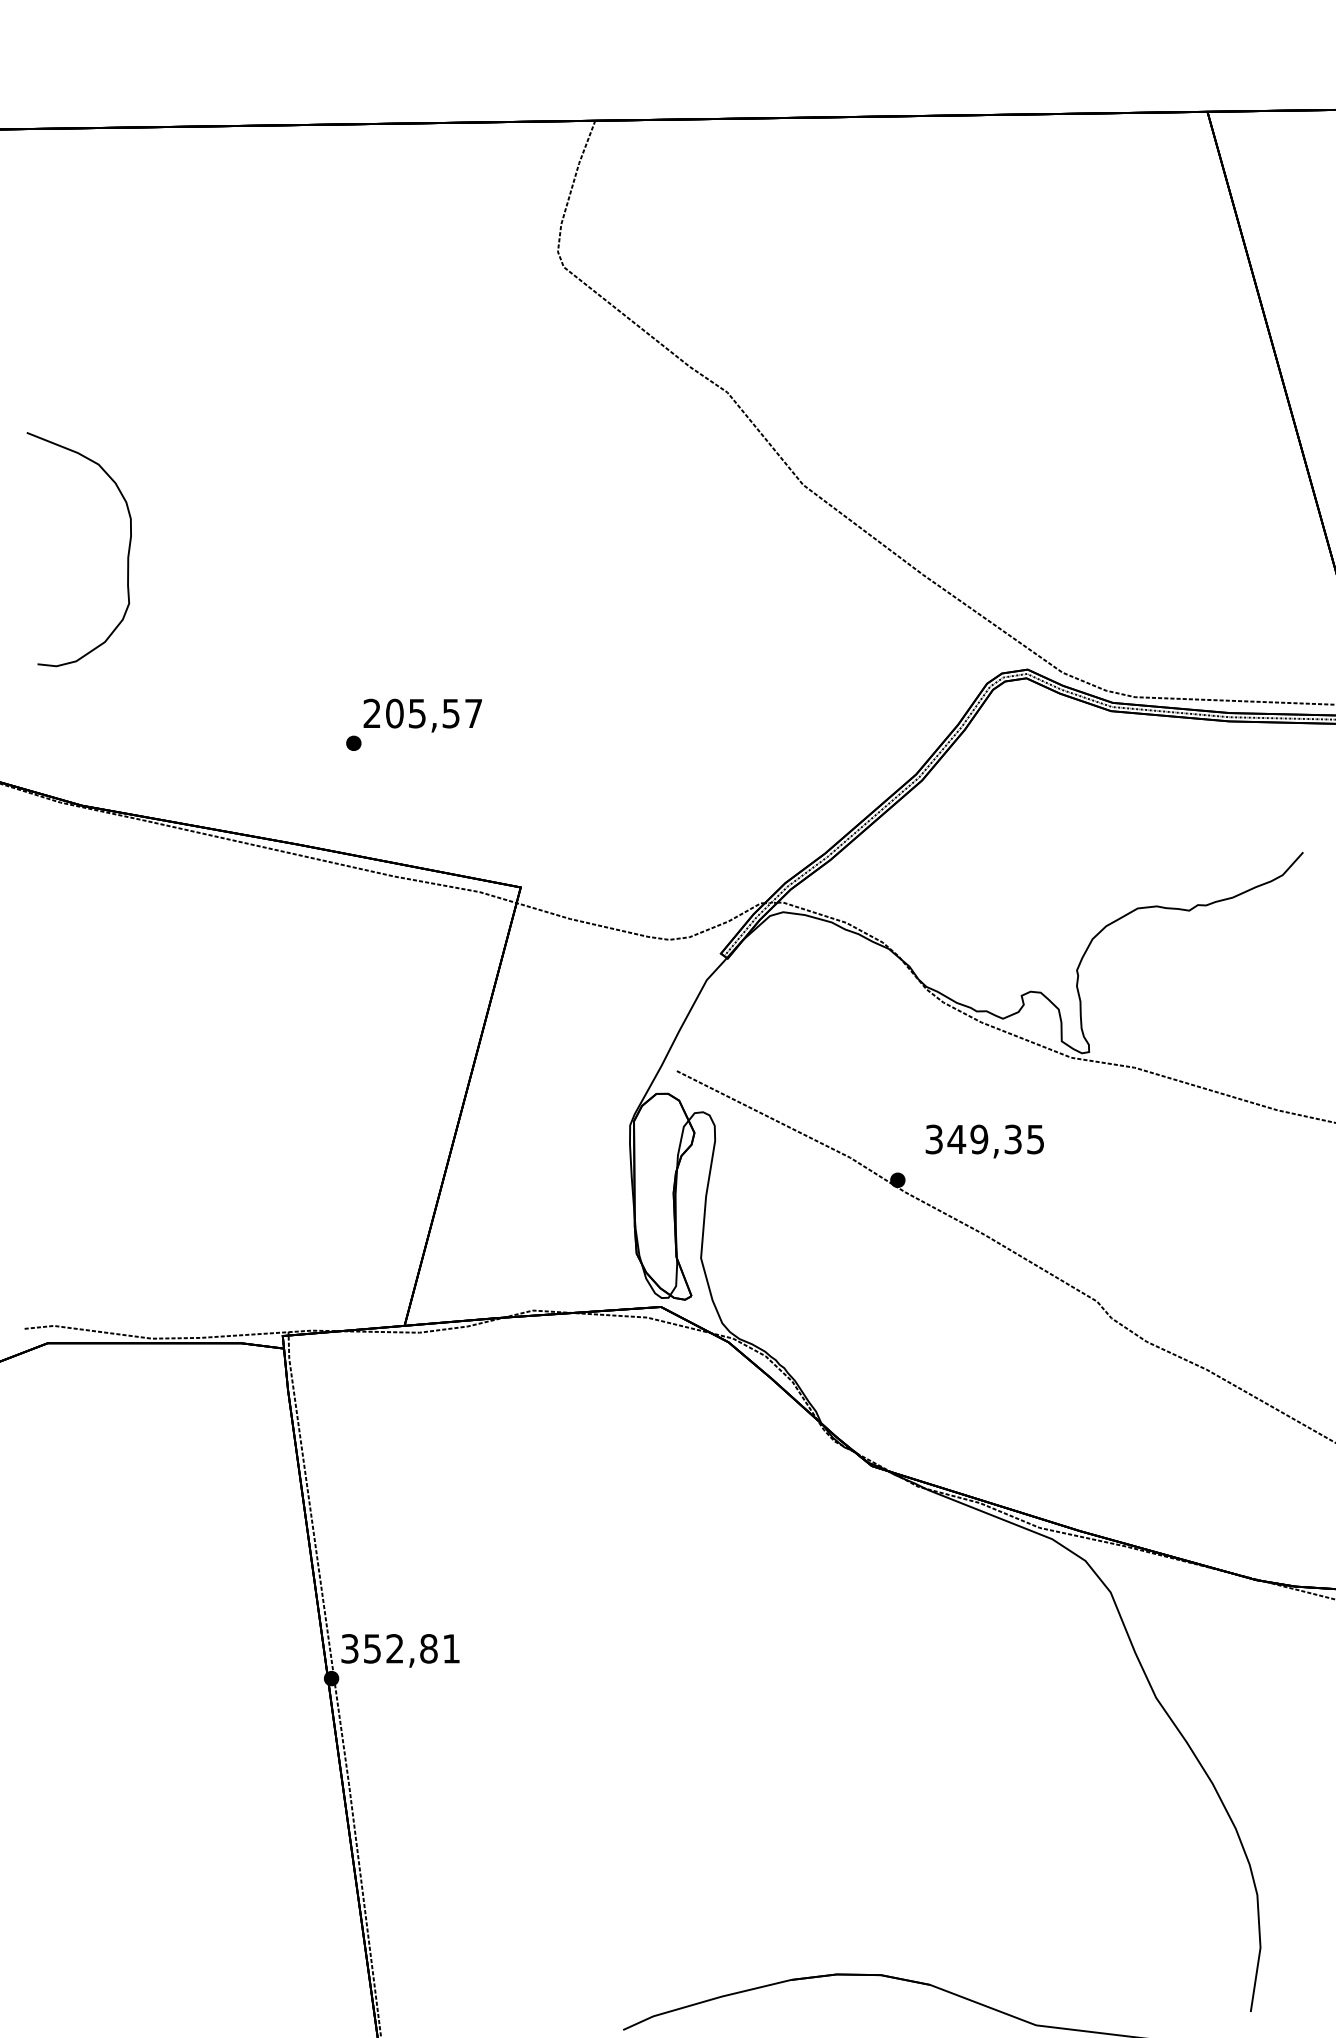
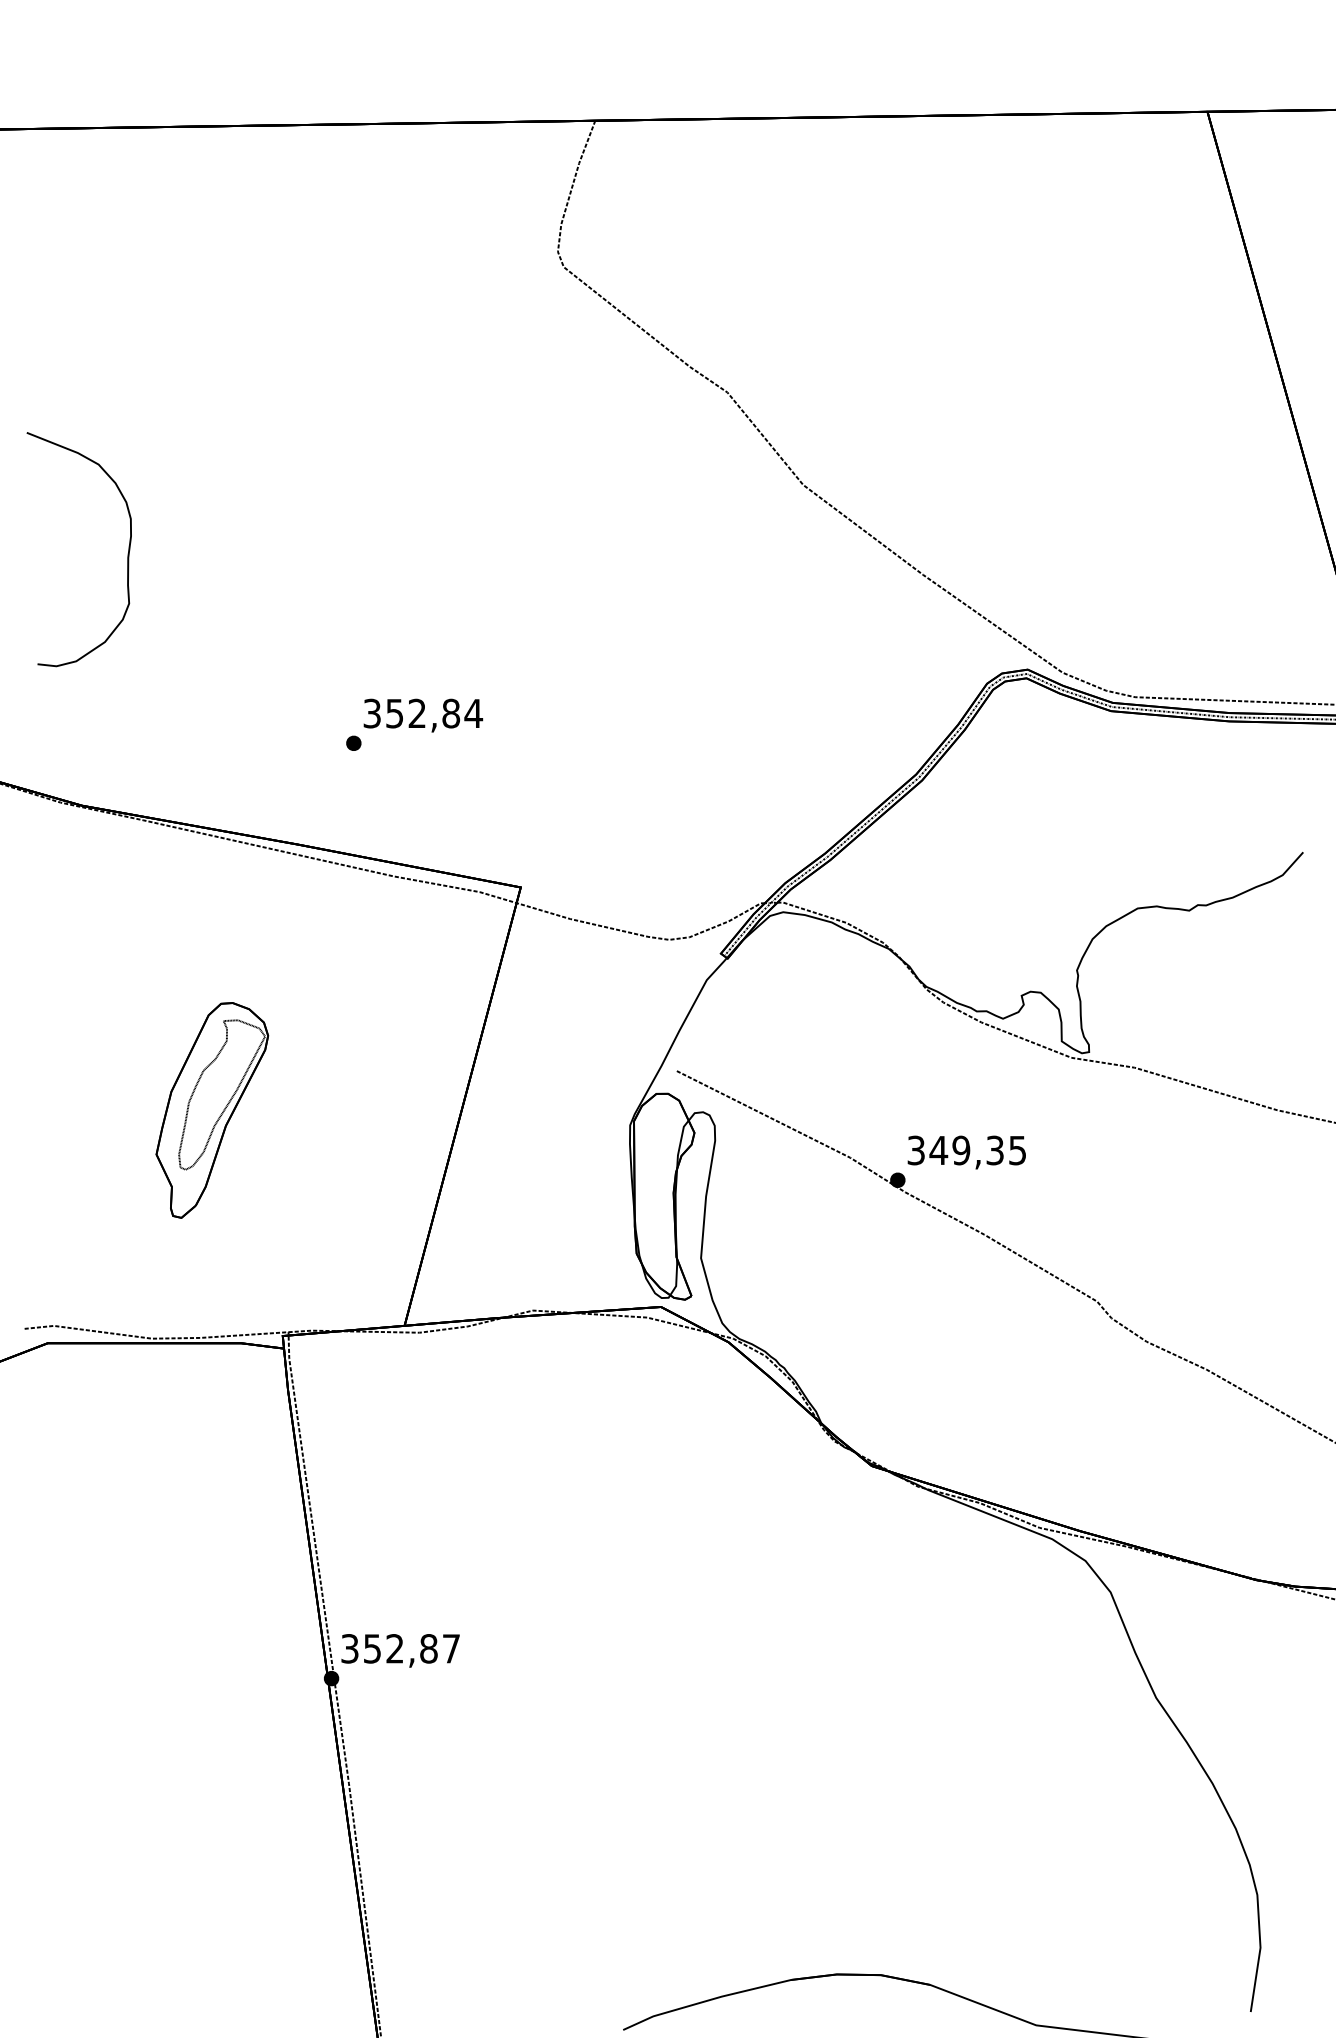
text at (423, 713): 205,57 -> 352,84
part at (212, 1110): none -> present
text at (984, 1141) position: (984, 1141) -> (966, 1152)
text at (451, 1648): 352,81 -> 352,87
